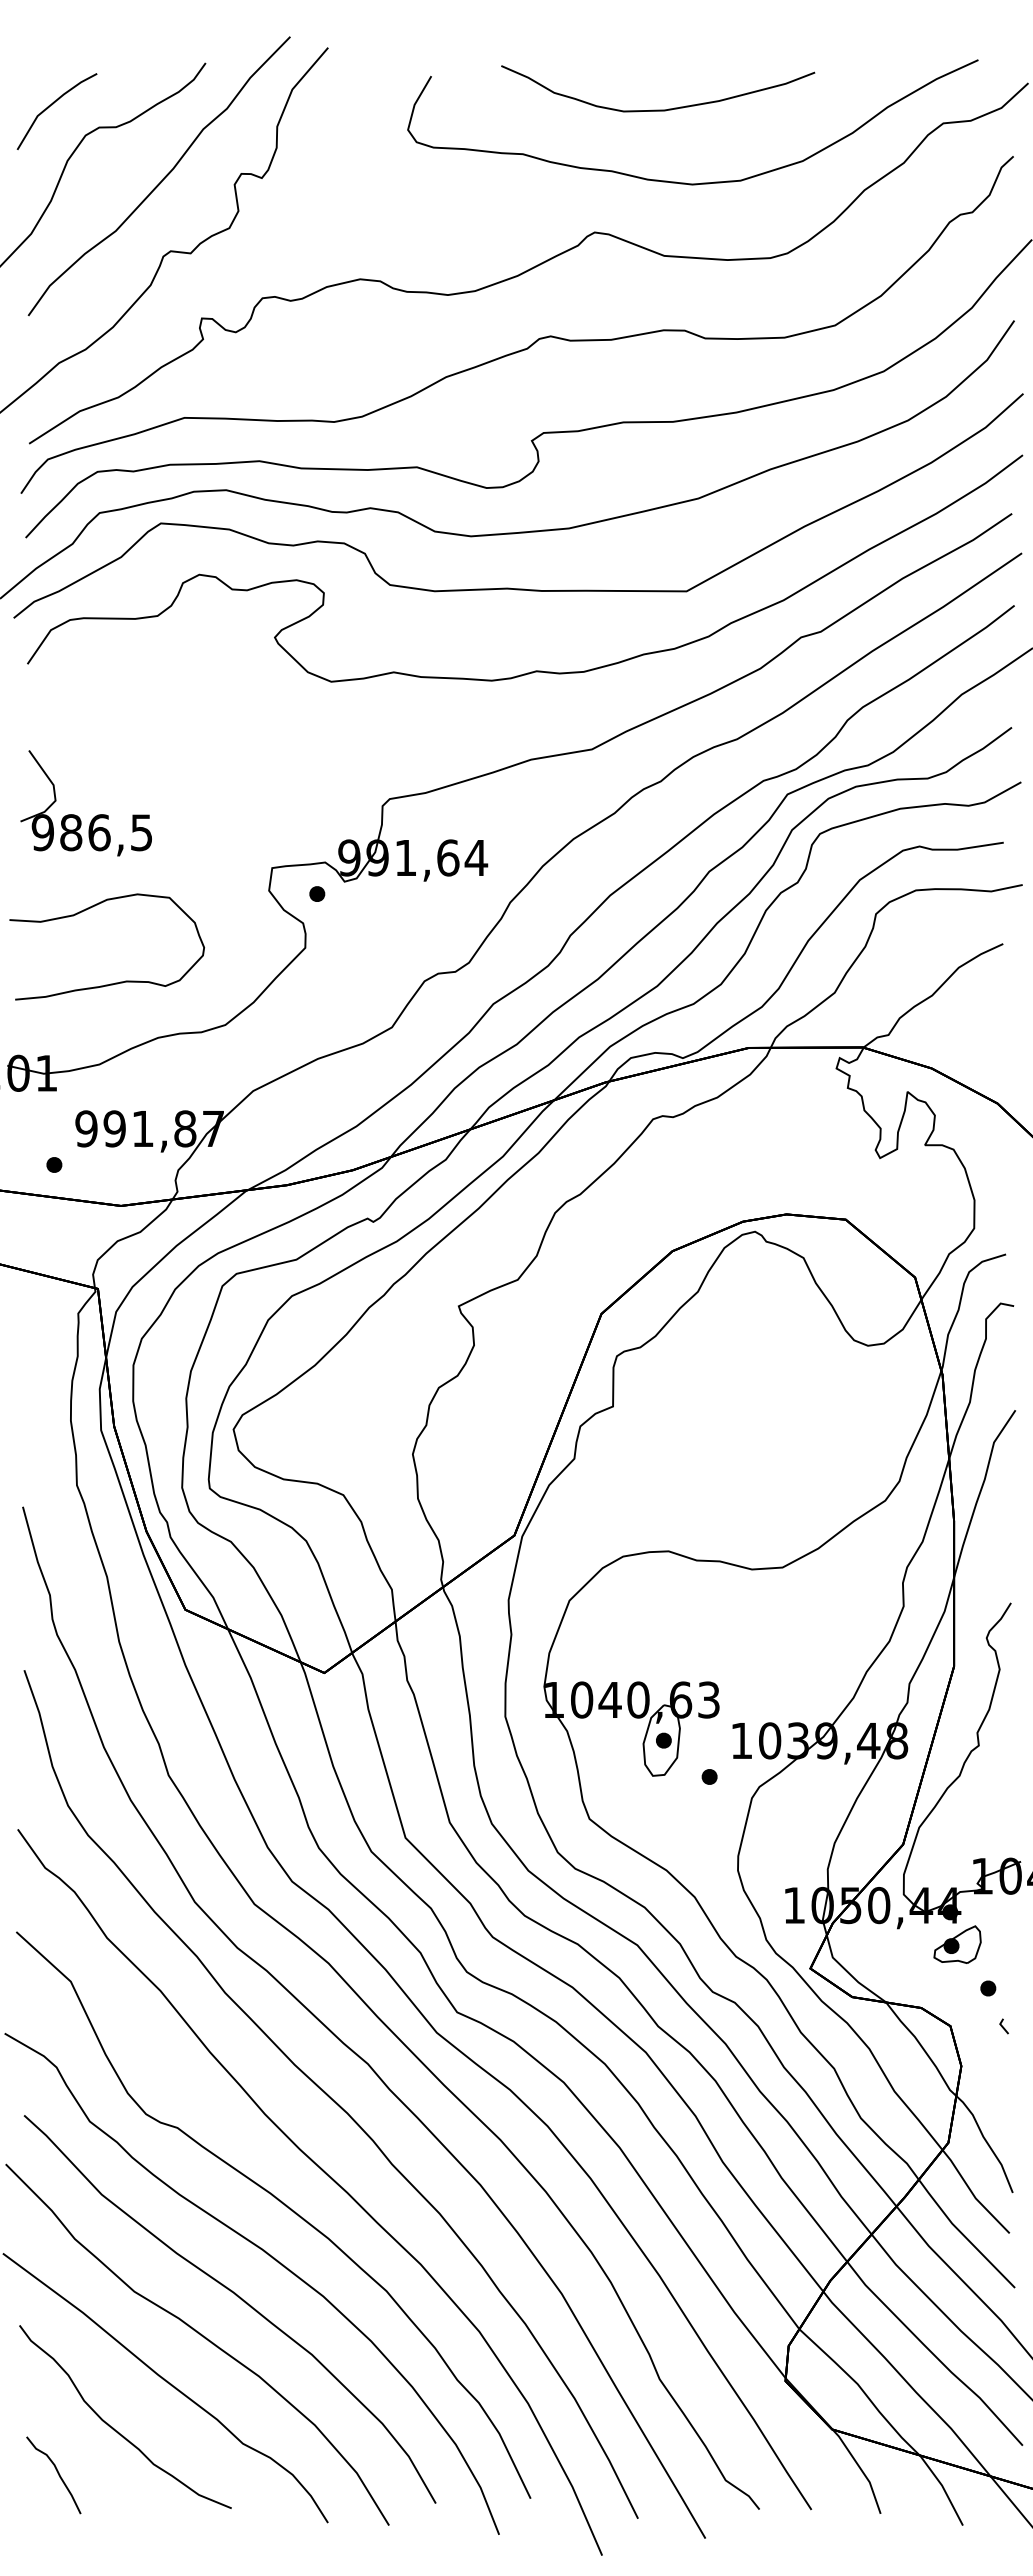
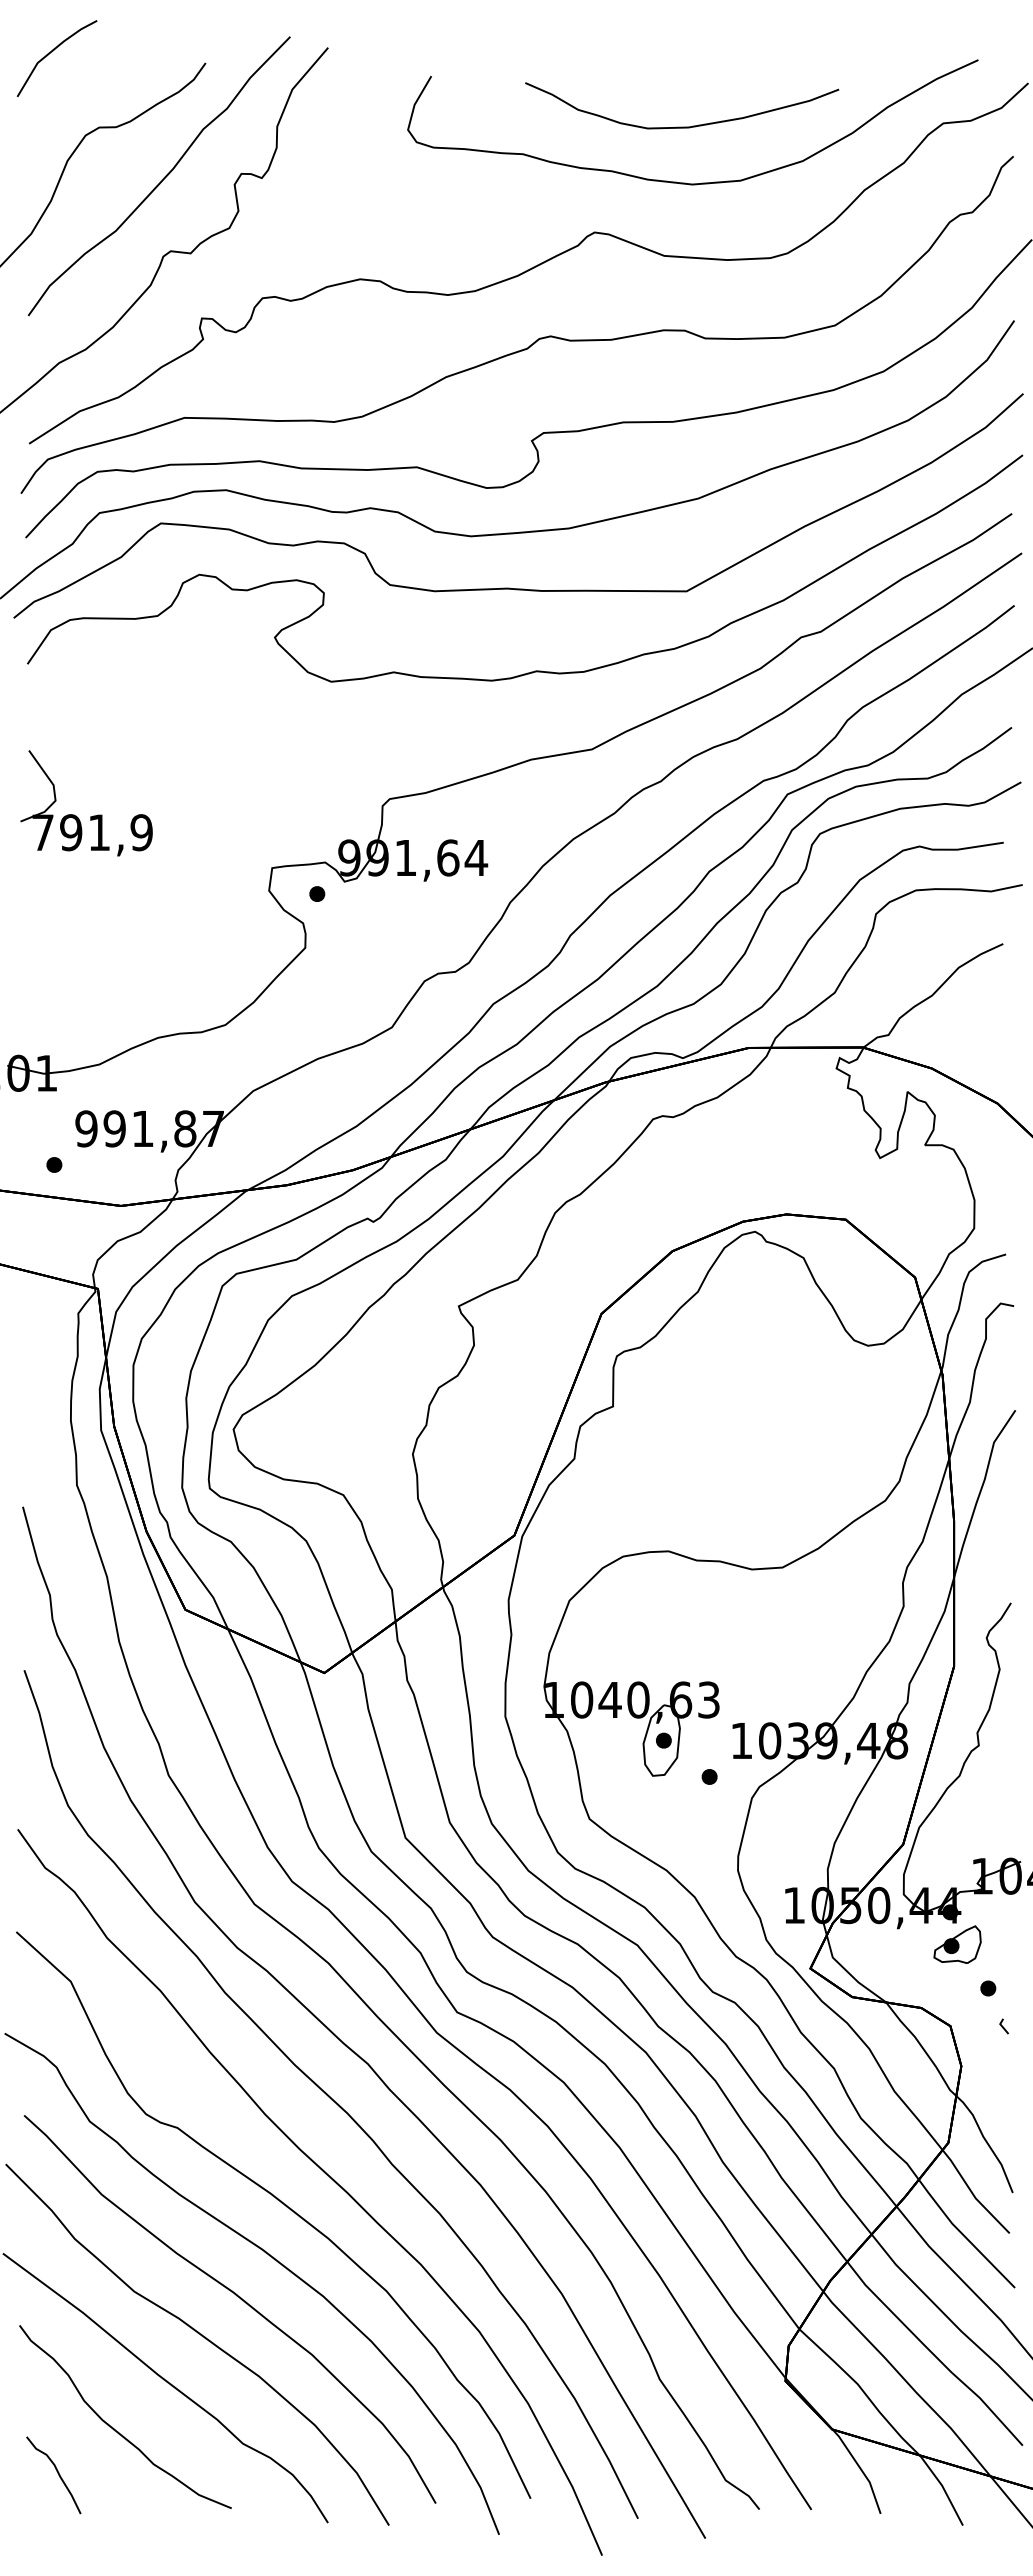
line at (52, 105) position: (52, 105) -> (52, 52)
curve at (658, 109) position: (658, 109) -> (682, 126)
text at (91, 832): 986,5 -> 791,9
curve at (115, 982): present -> none
